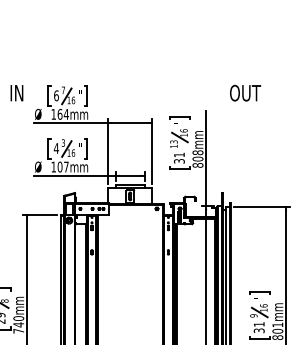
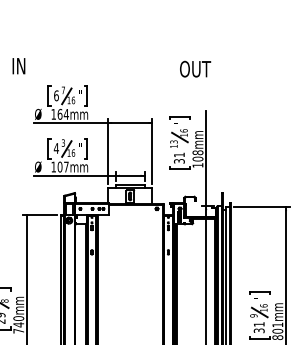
text at (245, 92) position: (245, 92) -> (195, 68)
text at (16, 93) position: (16, 93) -> (18, 66)
text at (197, 165): 808mm -> 108mm
